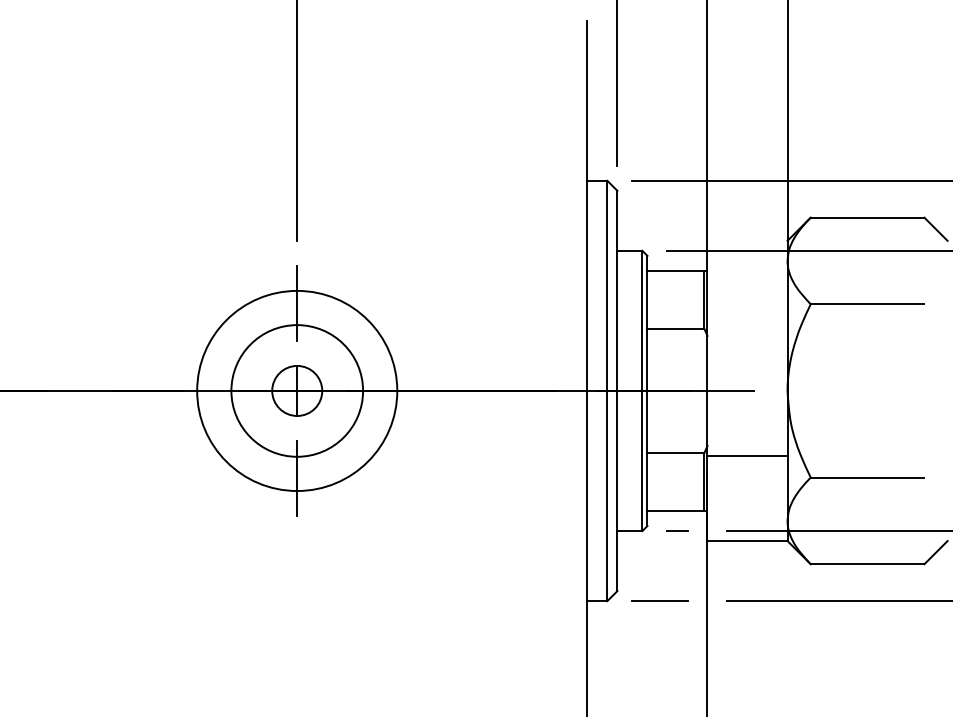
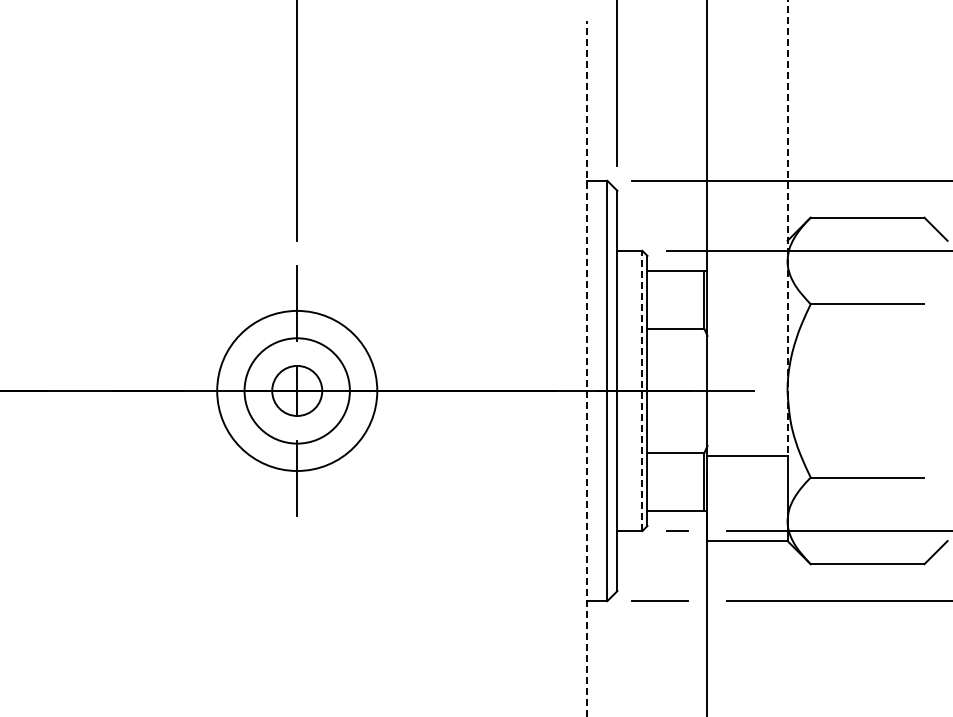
line at (787, 228): solid -> dashed
line at (587, 368): solid -> dashed
circle at (297, 390) diameter: 132 px -> 105 px
circle at (297, 390) diameter: 200 px -> 160 px
line at (642, 390): solid -> dashed
